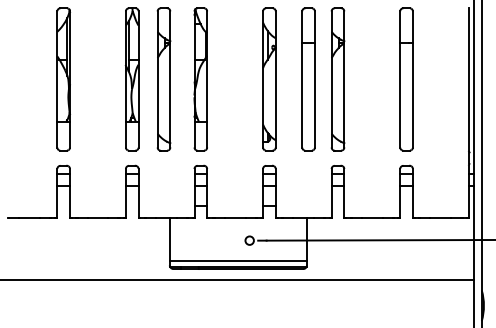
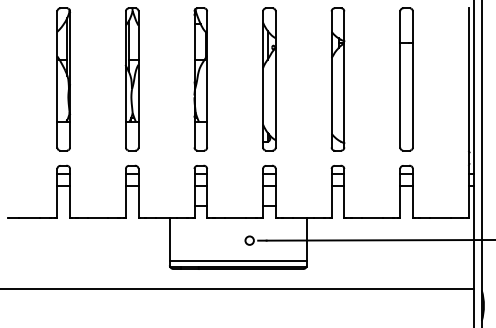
part at (163, 79): present -> none
part at (308, 79): present -> none
line at (238, 280) position: (238, 280) -> (238, 289)
